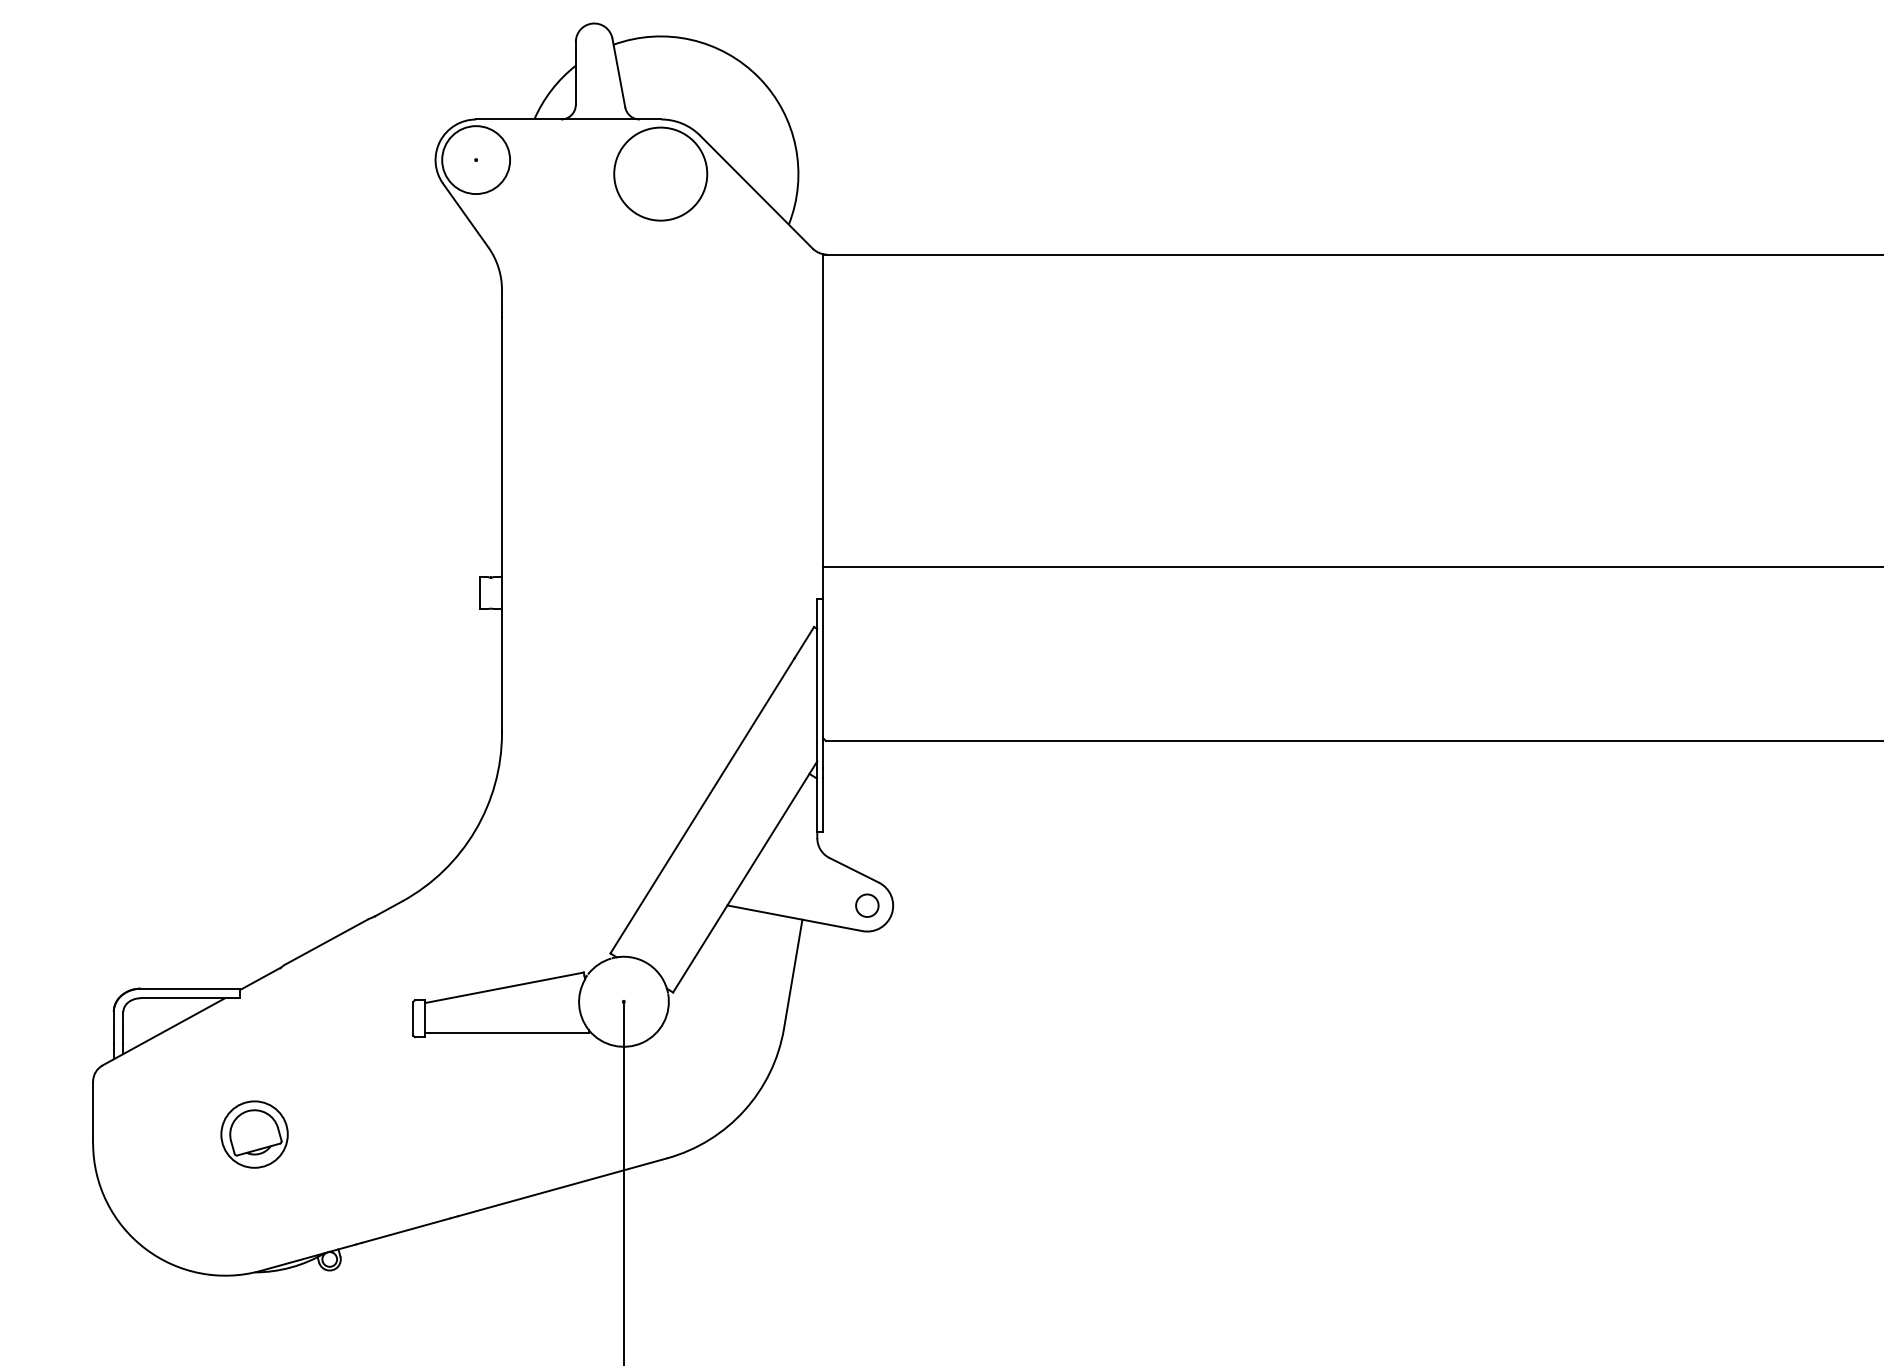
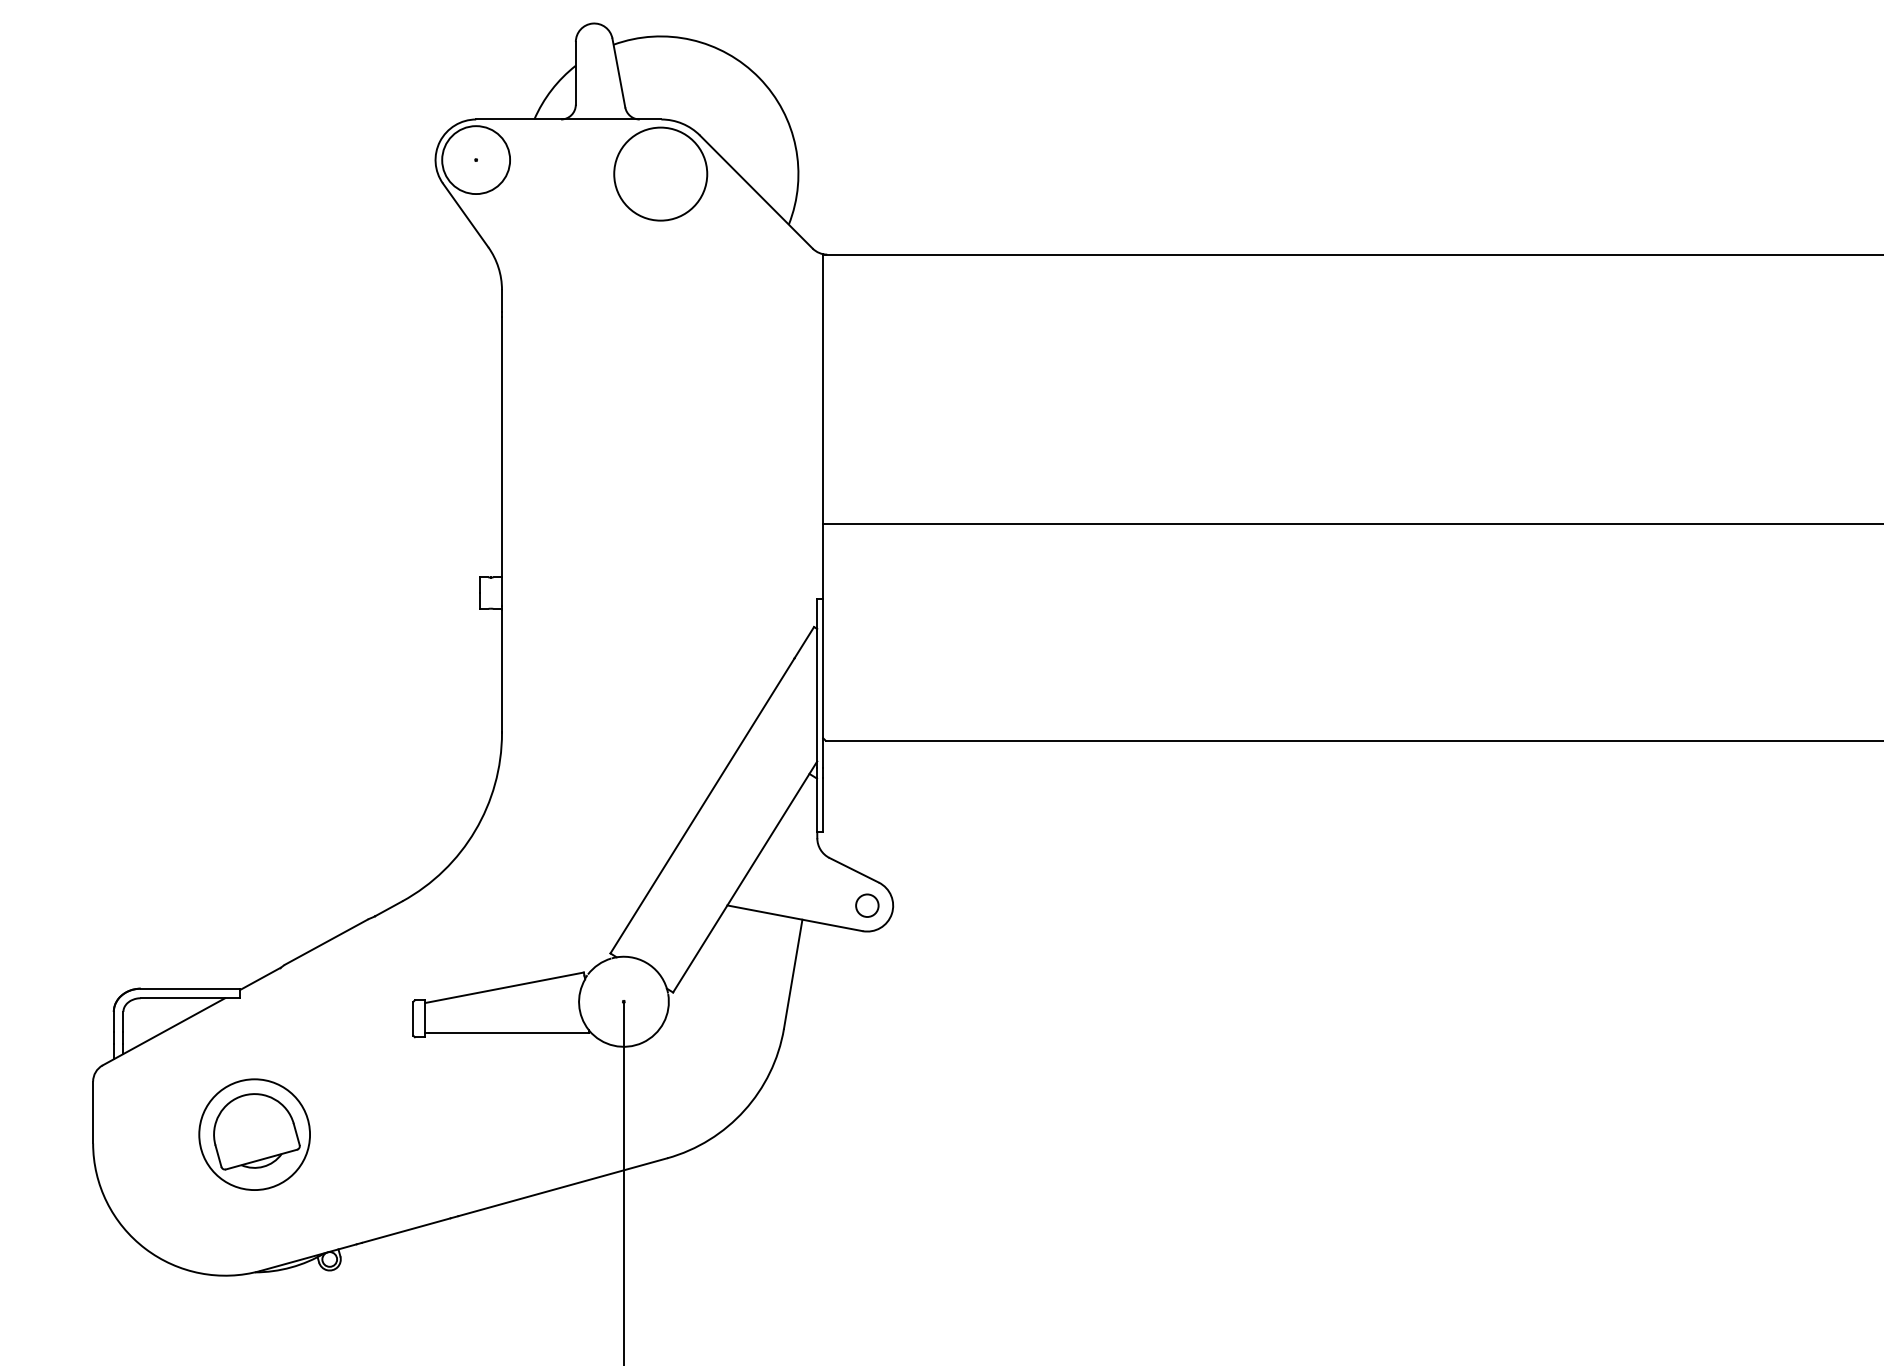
line at (1351, 566) position: (1351, 566) -> (1351, 523)
part at (254, 1134) size: 69x69 px -> 113x113 px
